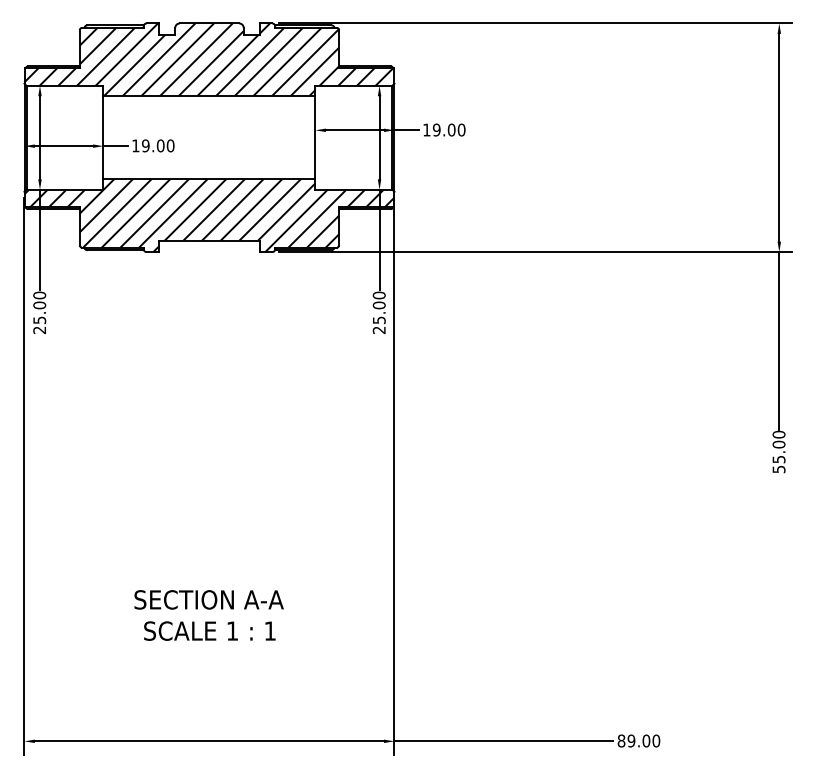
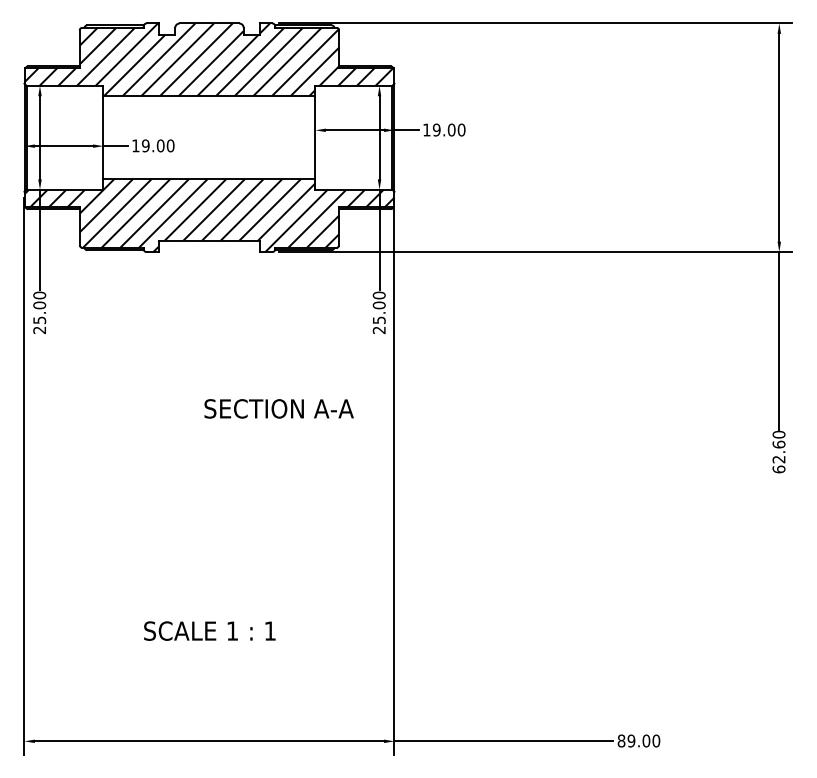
text at (778, 456): 55.00 -> 62.60
text at (208, 599) position: (208, 599) -> (278, 408)
